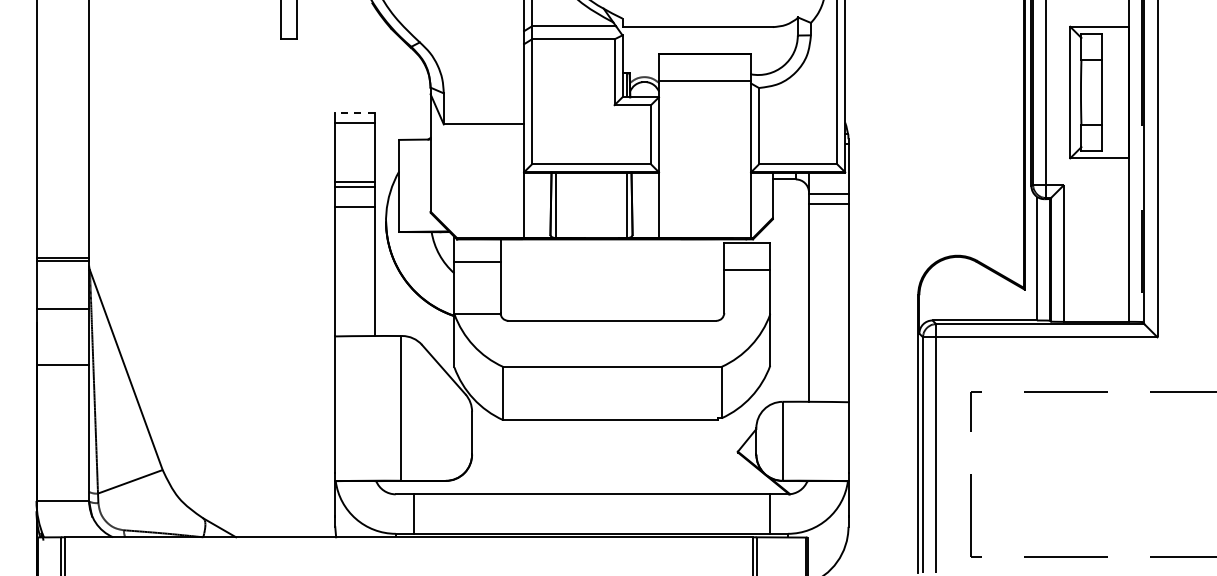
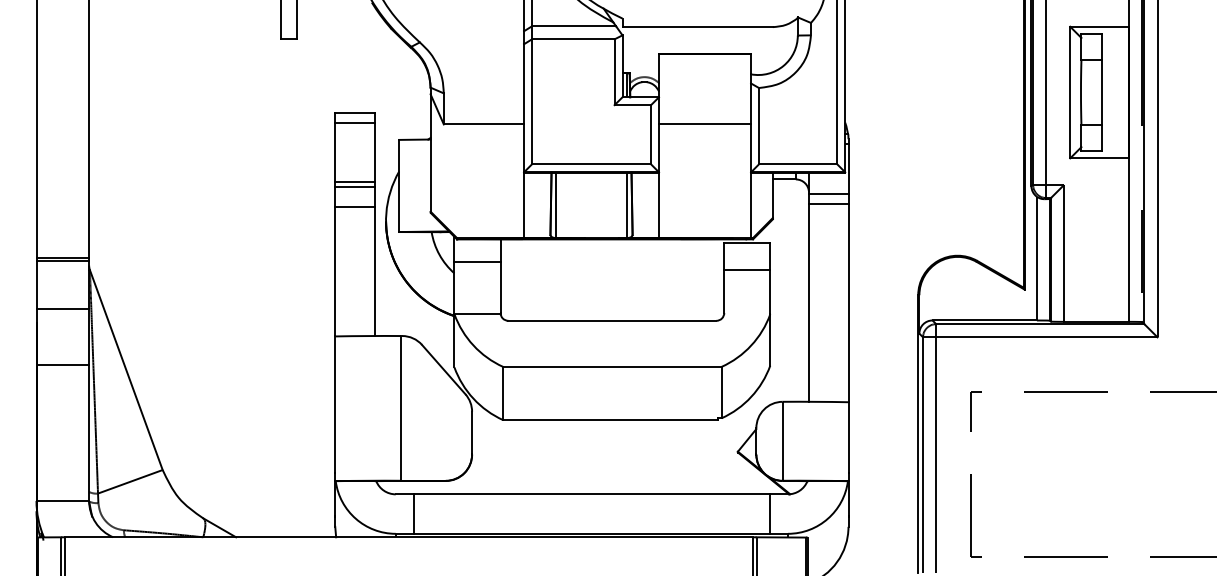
line at (704, 81) position: (704, 81) -> (704, 124)
line at (354, 113): dashed -> solid
